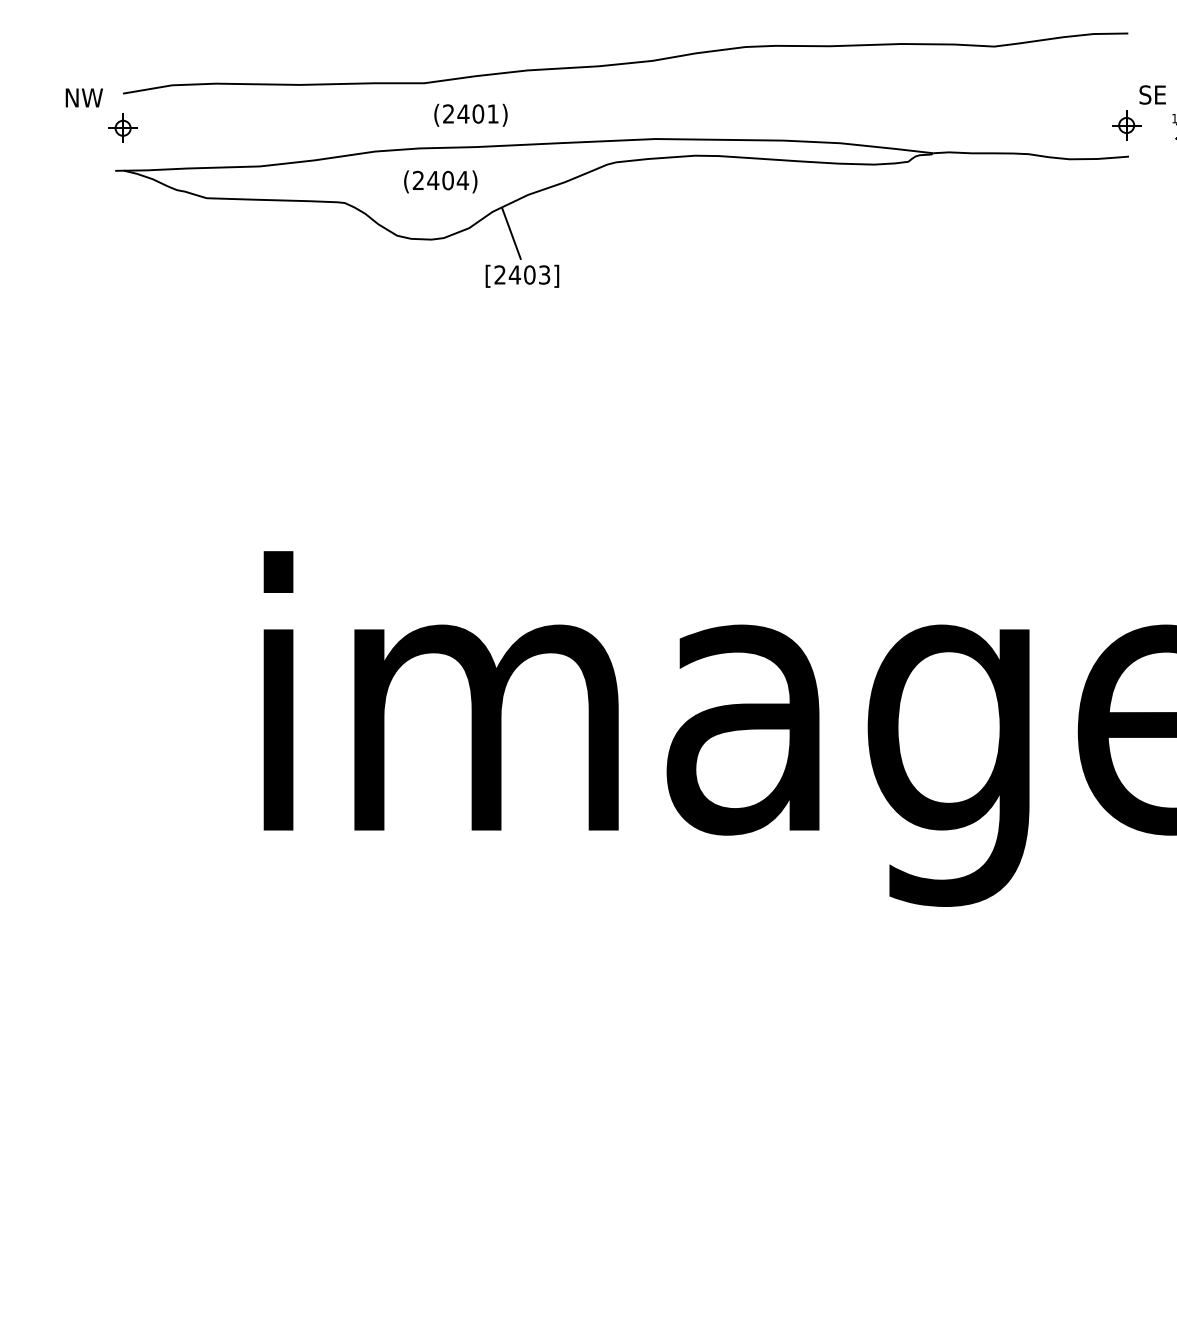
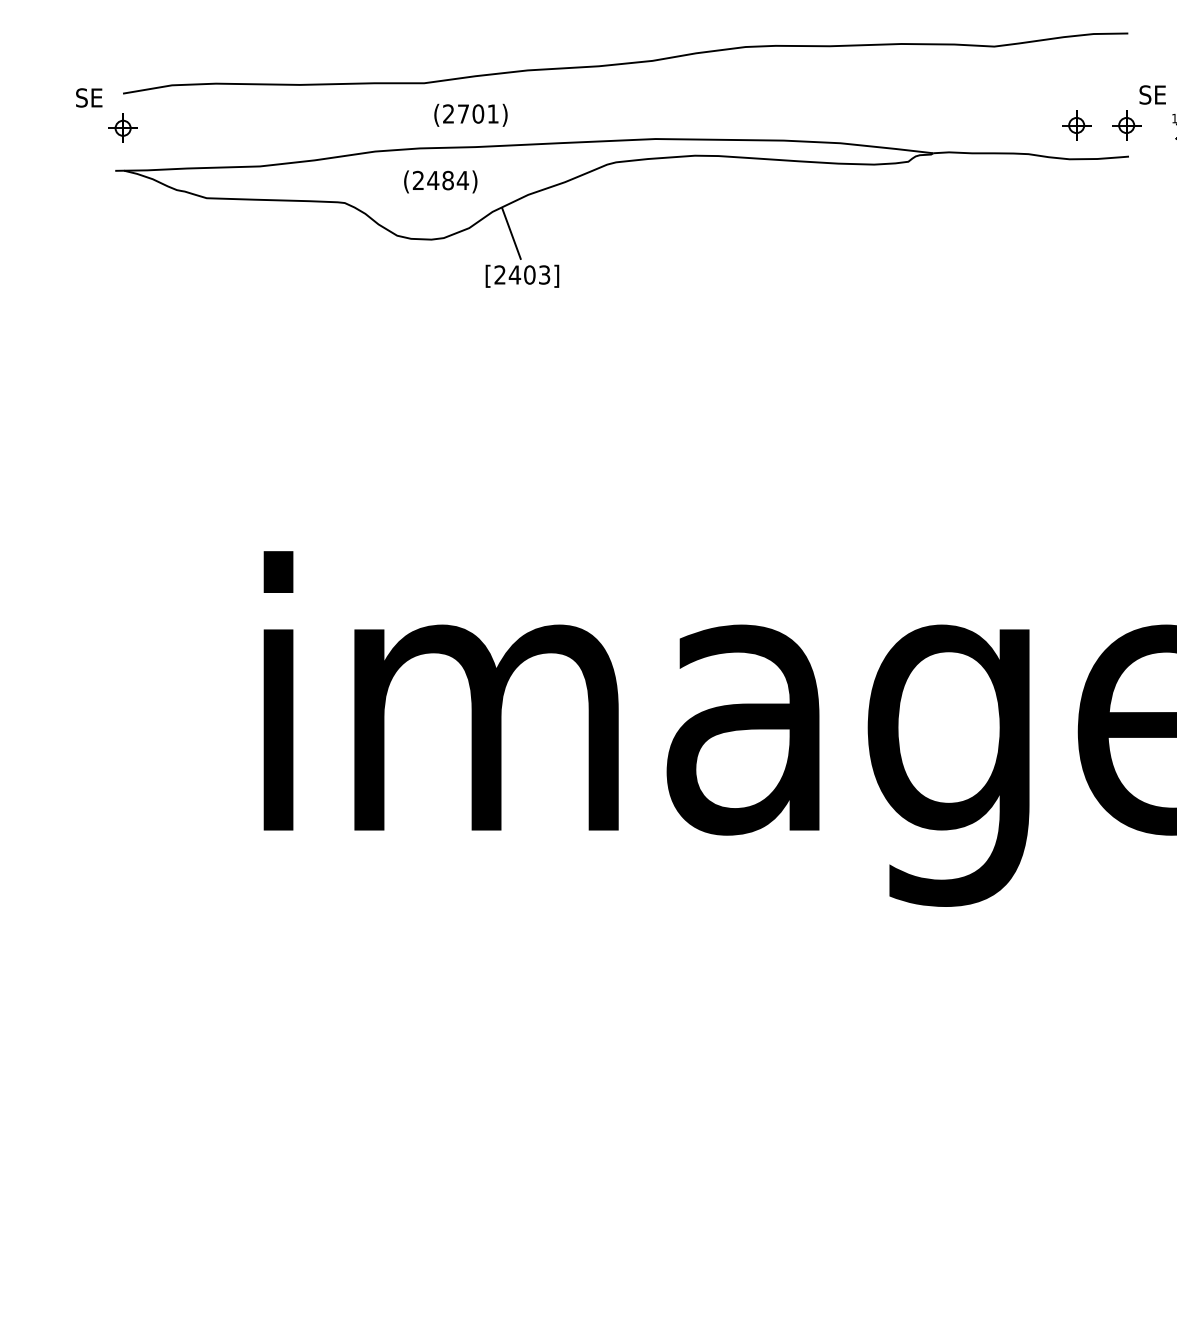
text at (83, 97): NW -> SE
text at (463, 113): (2401) -> (2701)
part at (1076, 125): none -> present
text at (447, 180): (2404) -> (2484)
